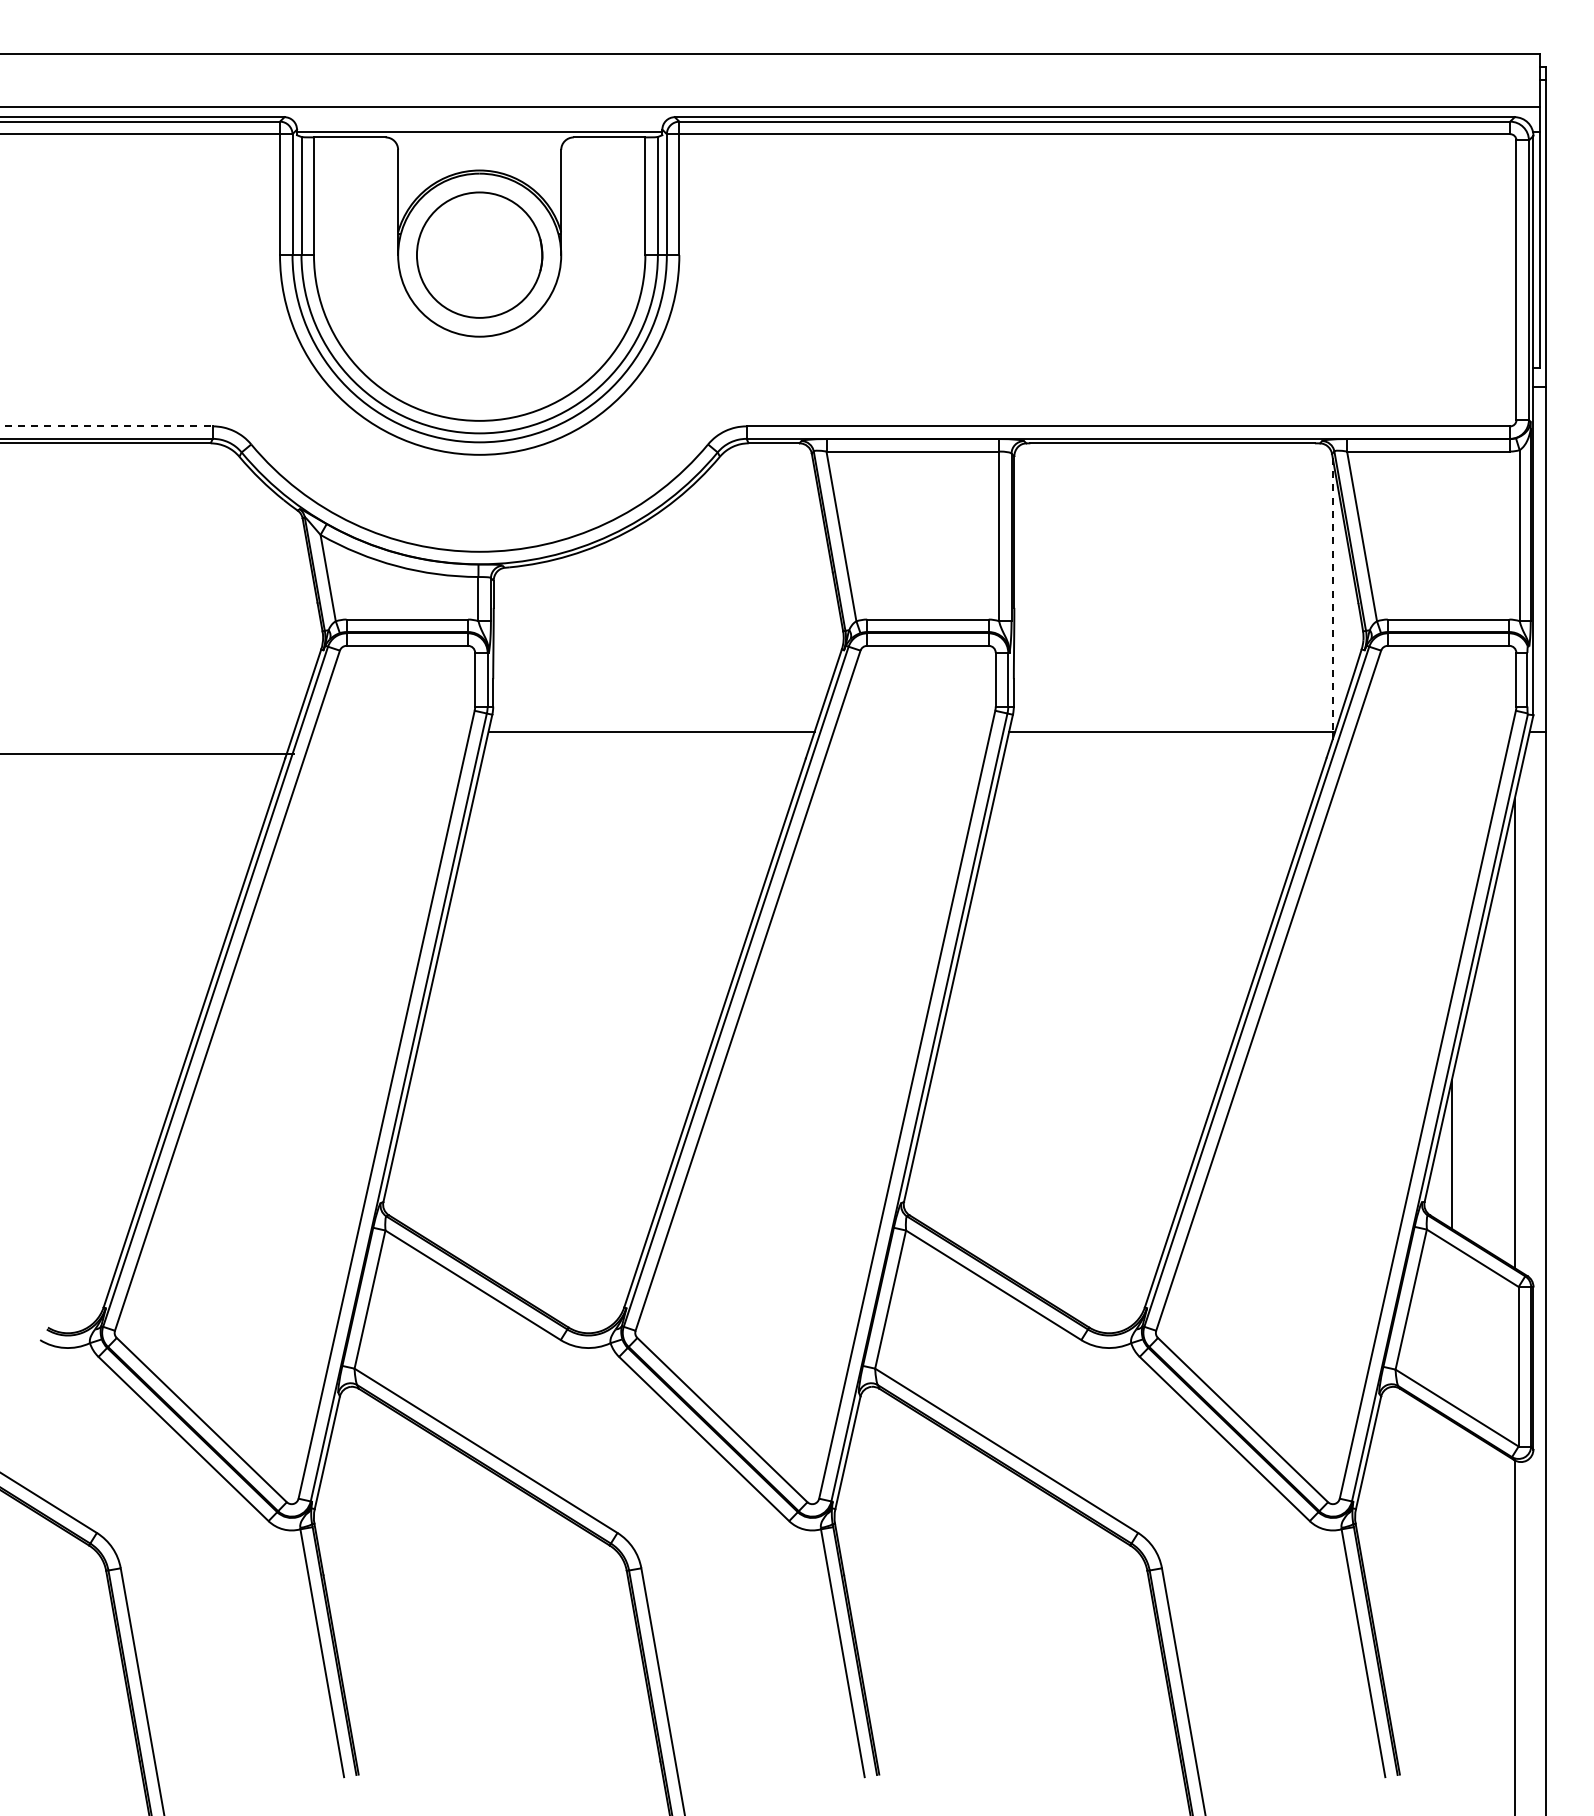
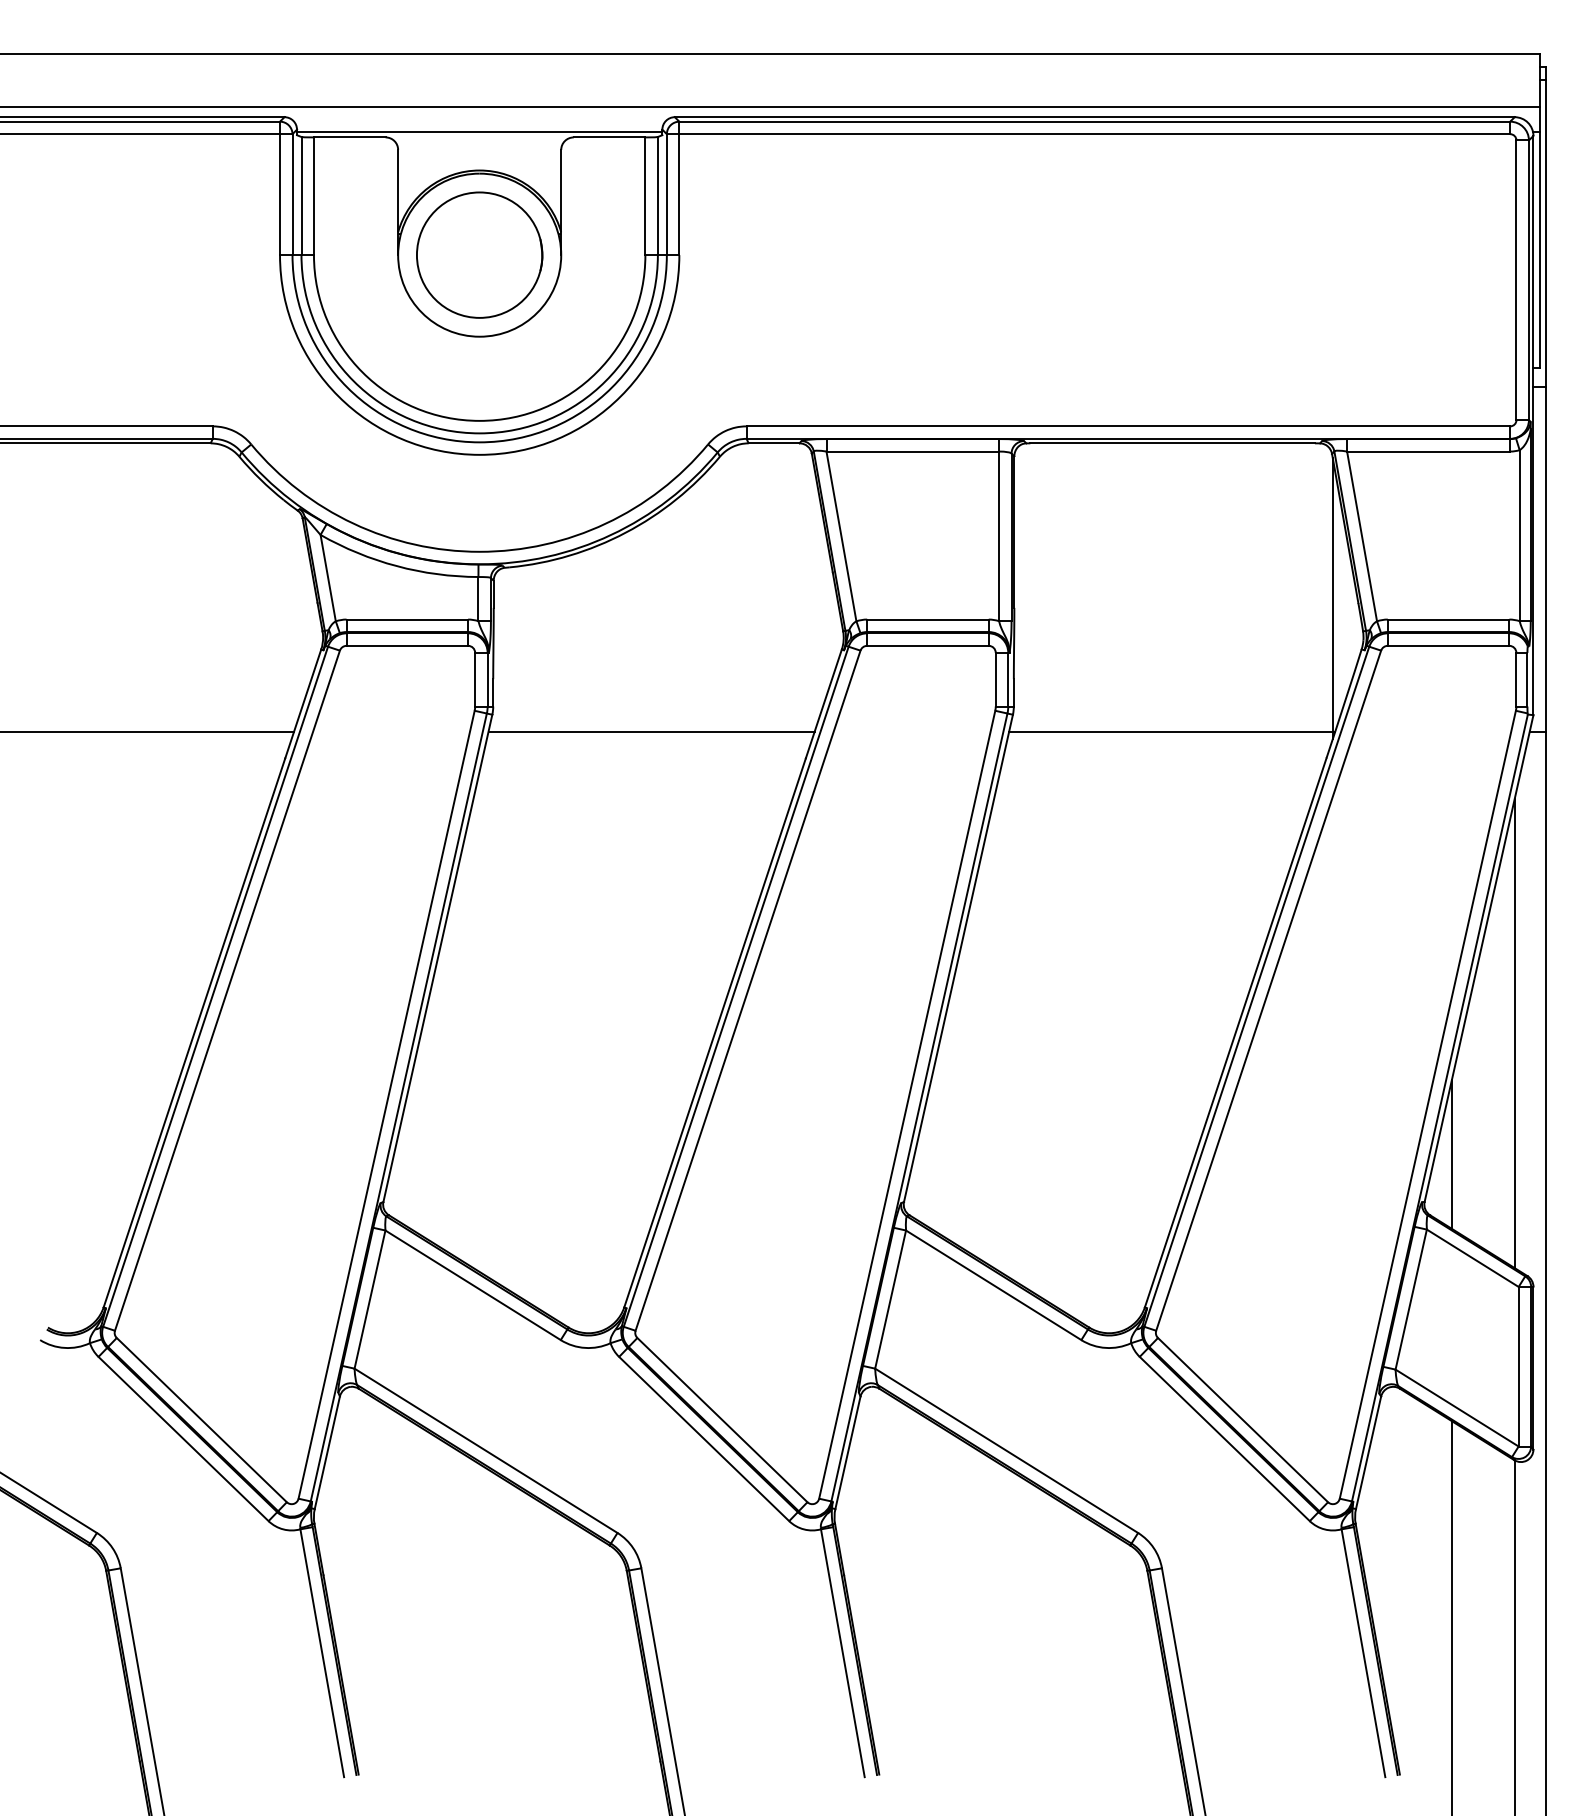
line at (106, 426): dashed -> solid
line at (1332, 595): dashed -> solid
line at (148, 753) position: (148, 753) -> (148, 731)
line at (1451, 1616): none -> present
